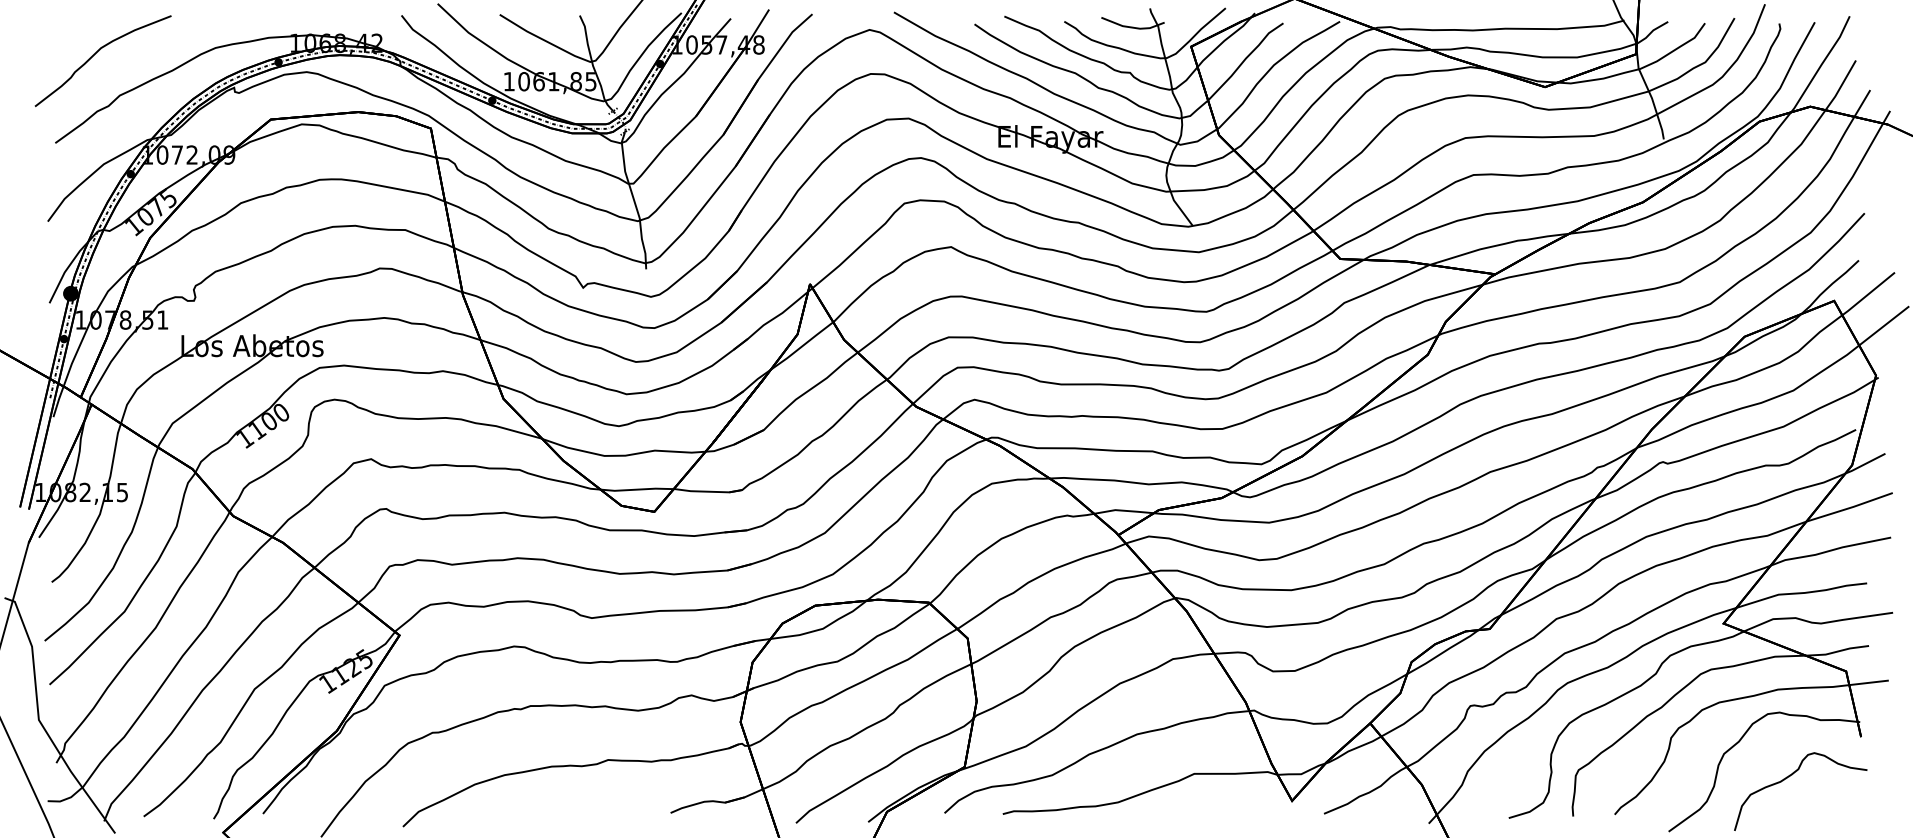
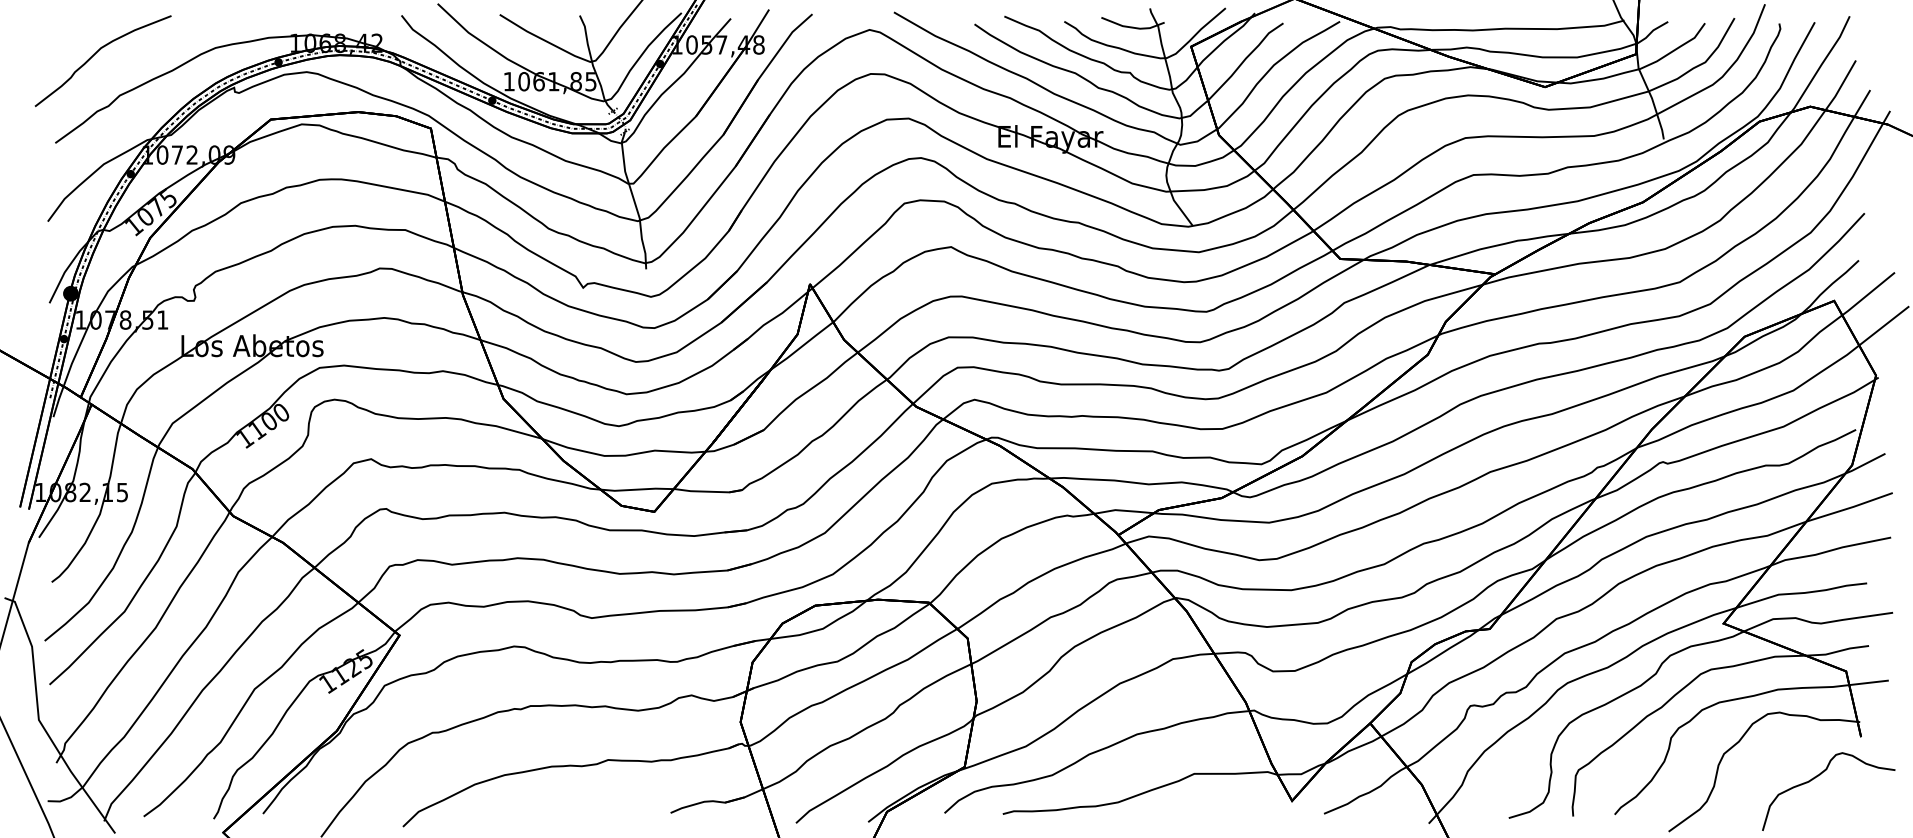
curve at (1789, 777) position: (1789, 777) -> (1817, 777)
